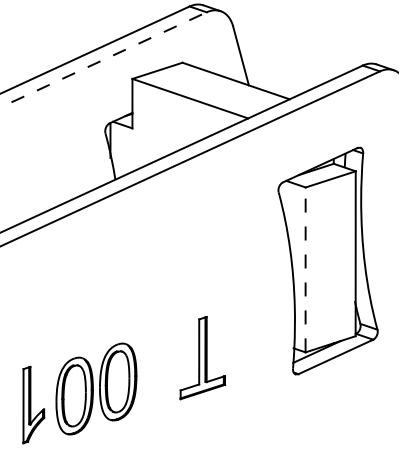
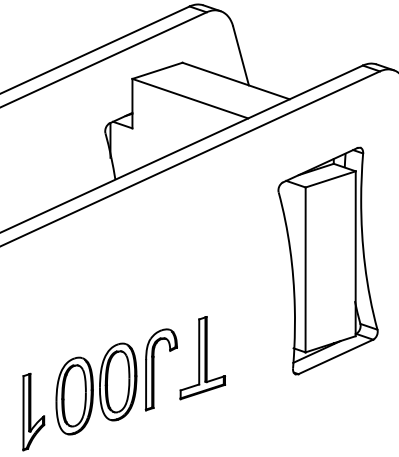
line at (104, 59): dashed -> solid
line at (305, 269): dashed -> solid
part at (160, 369): none -> present
part at (33, 404) position: (33, 404) -> (33, 411)
